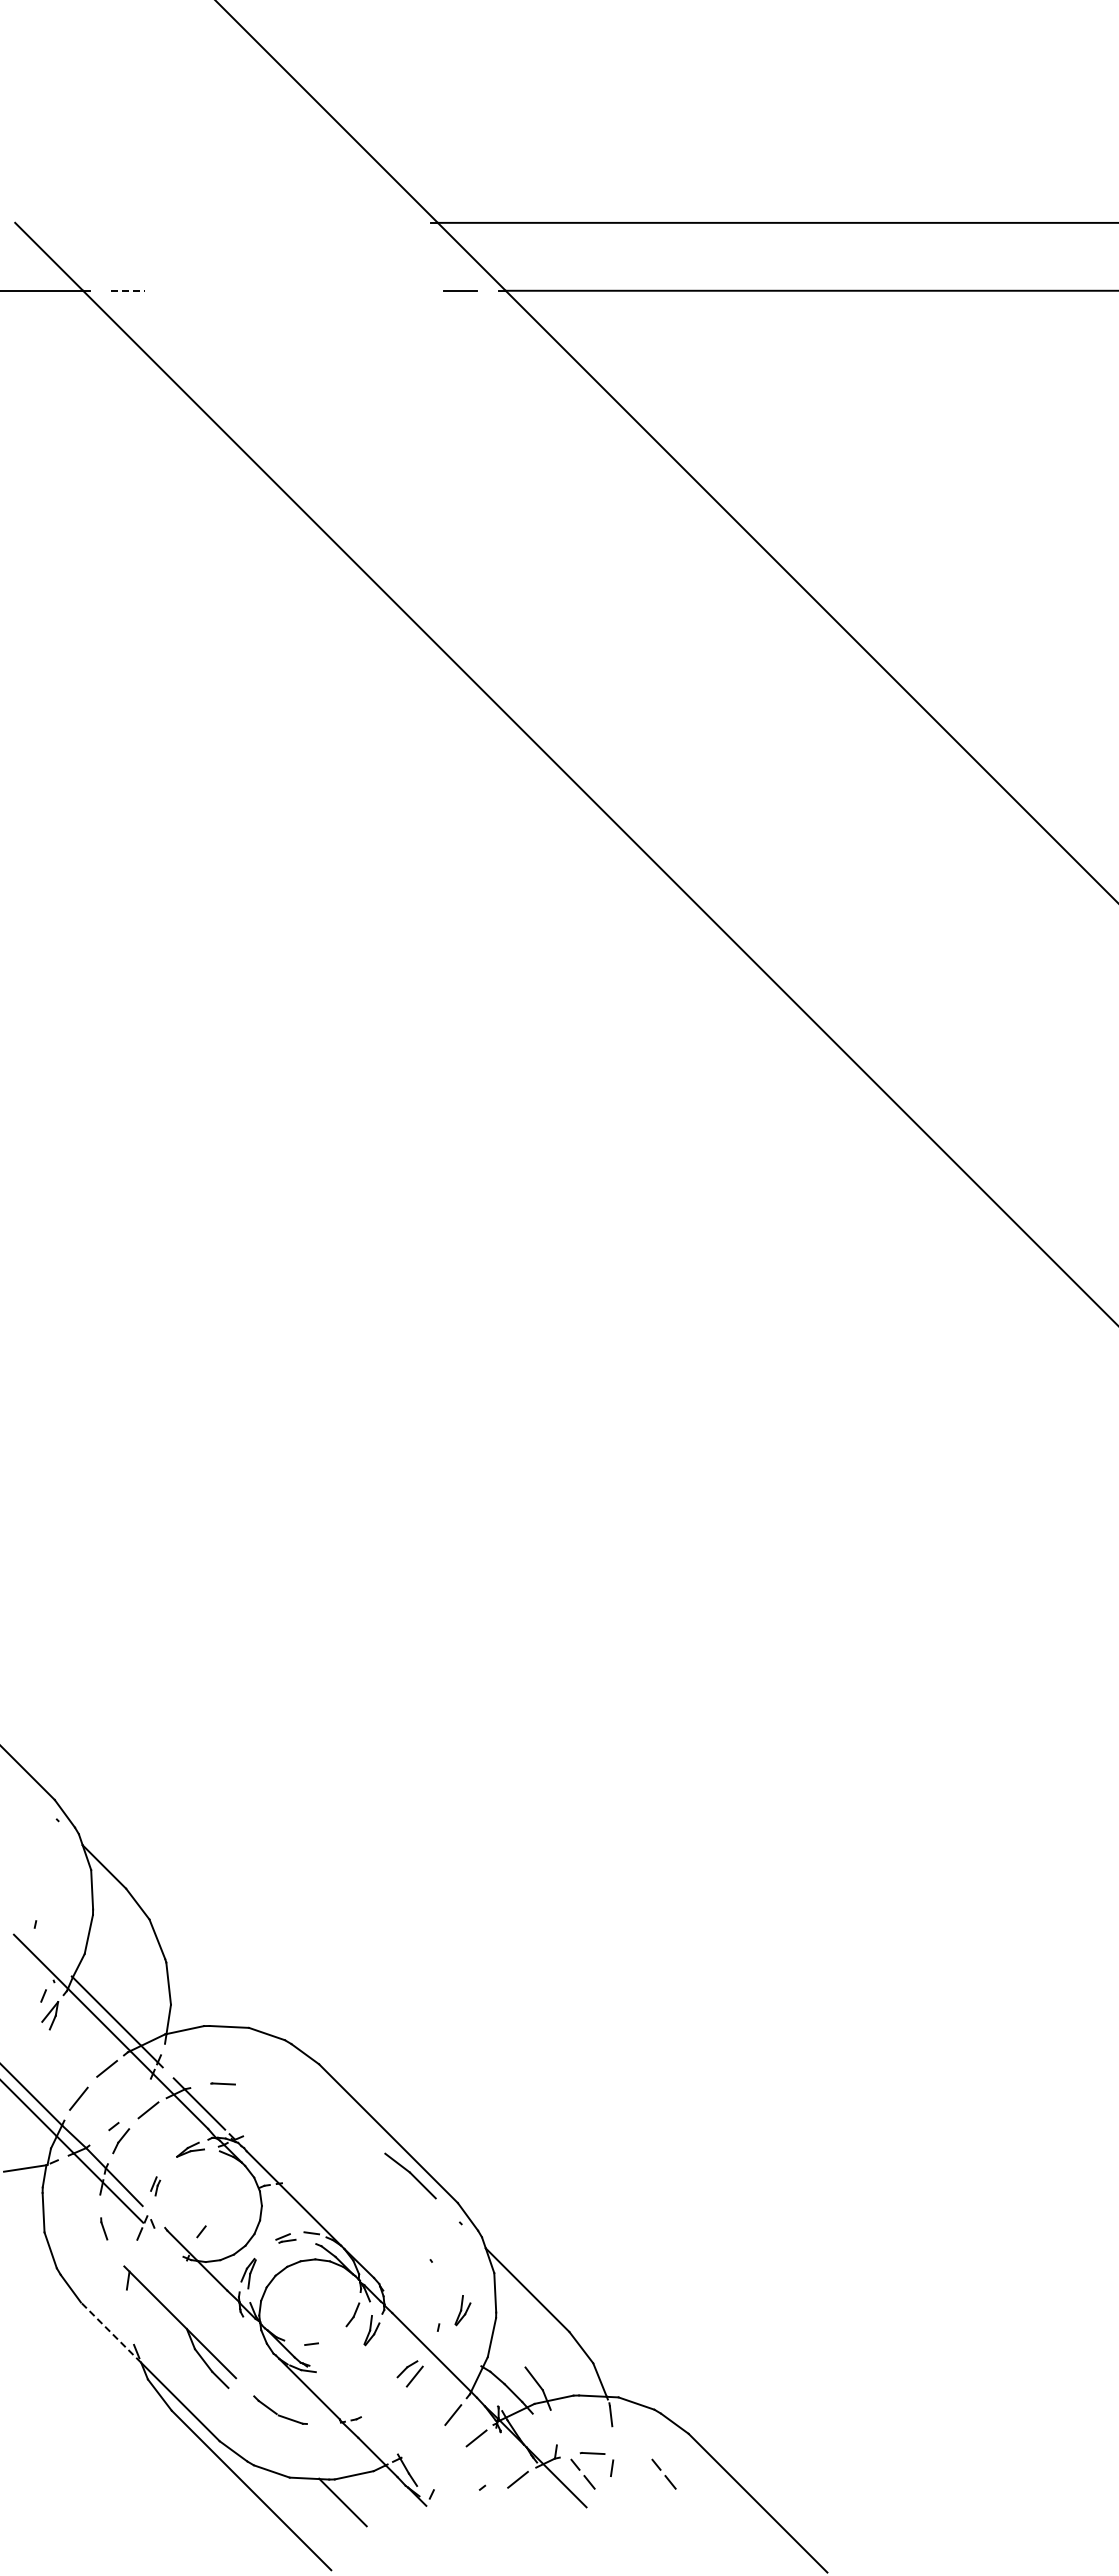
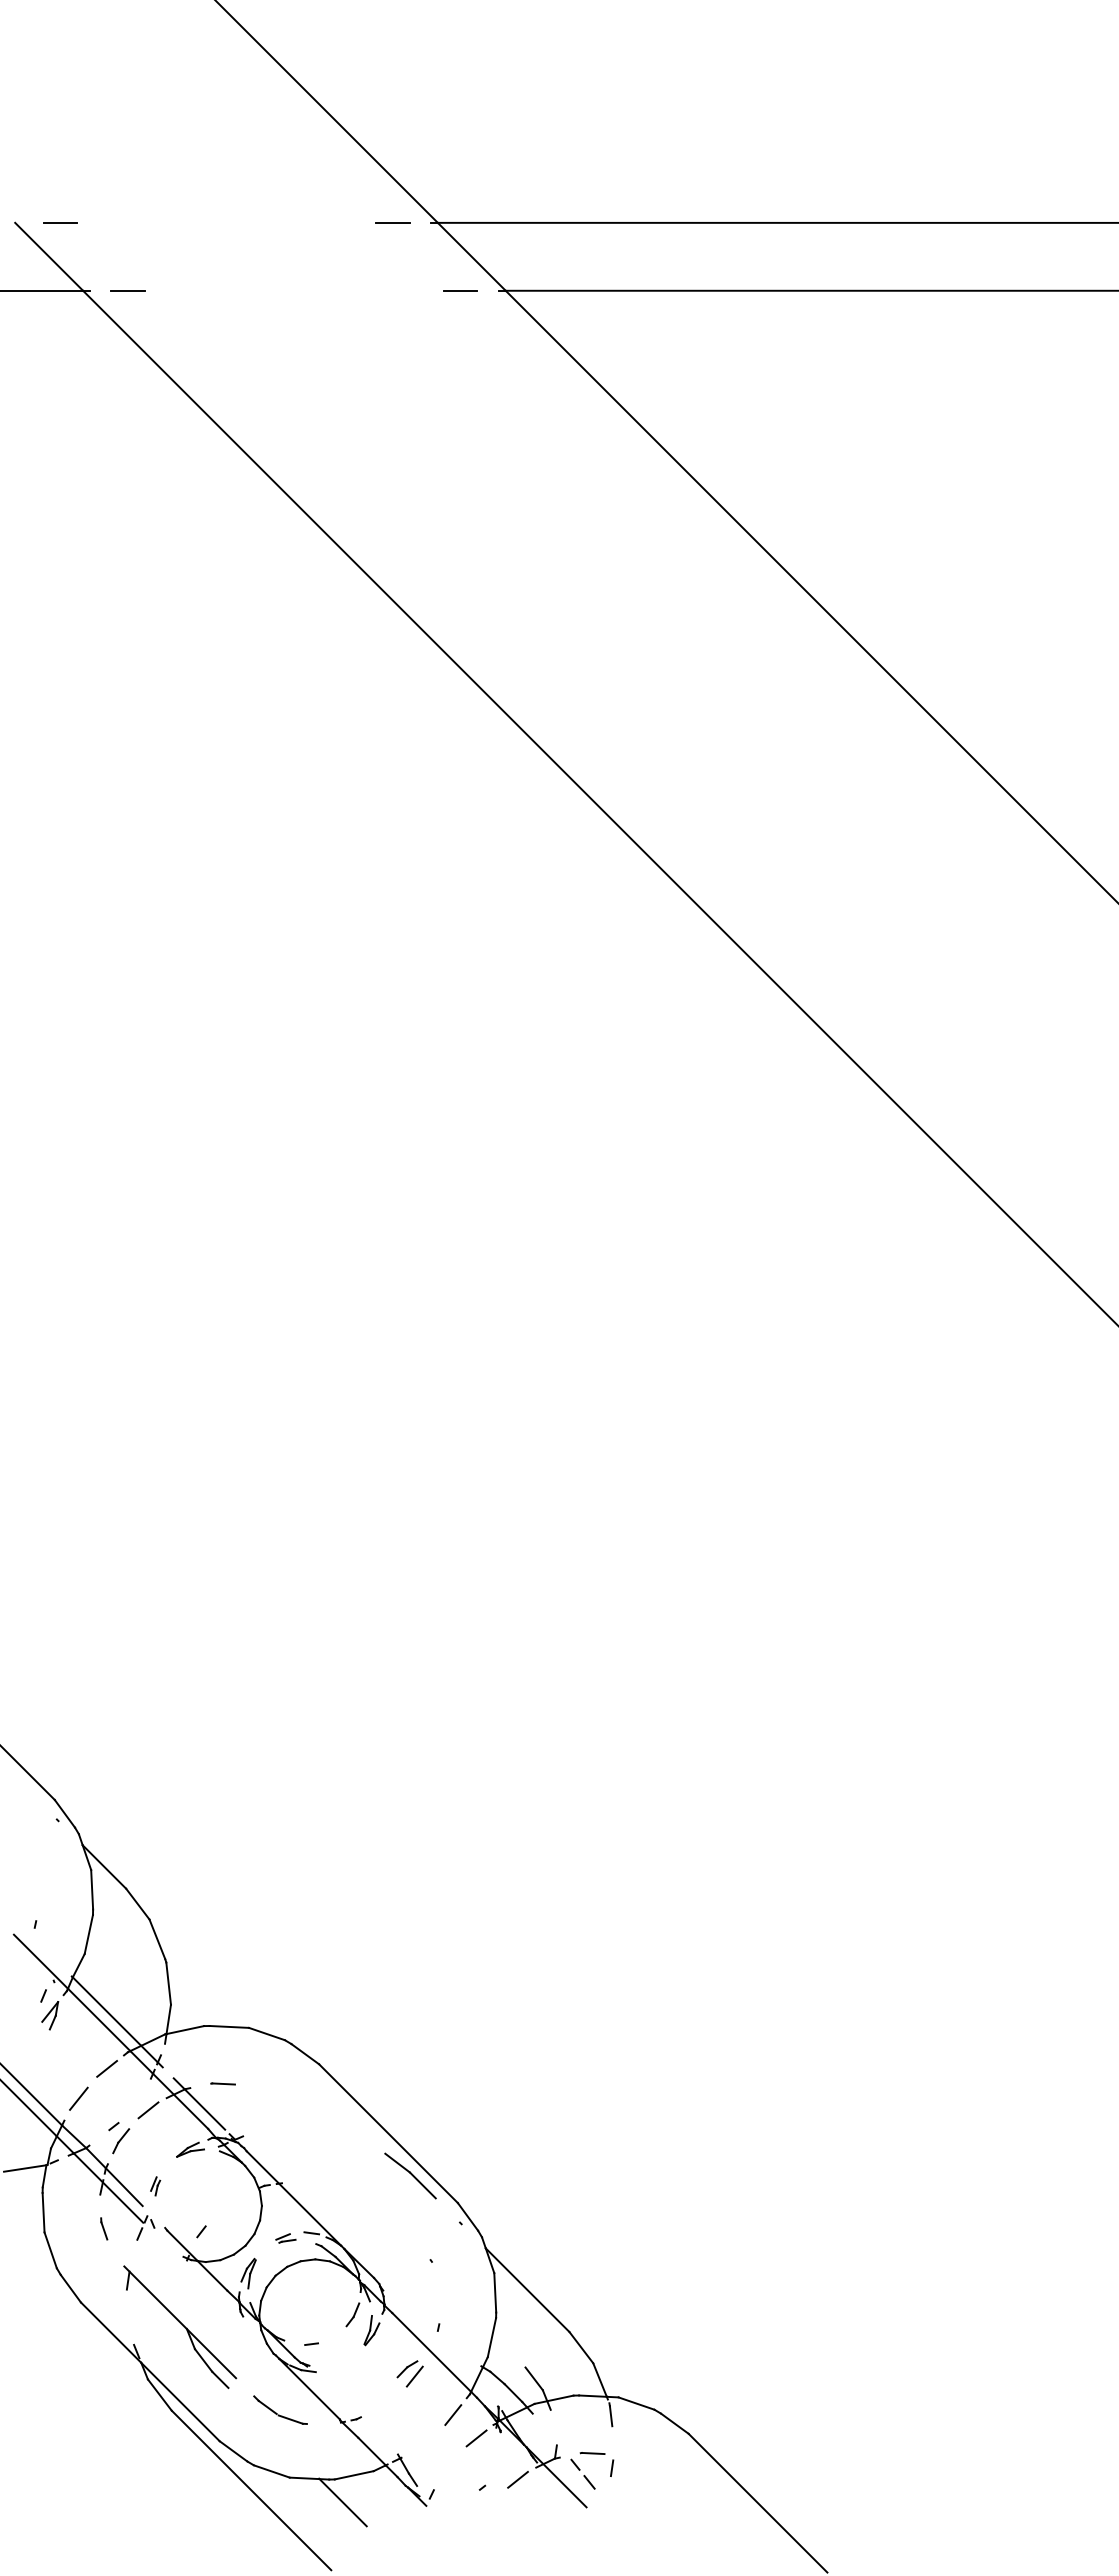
line at (60, 222): none -> present
line at (392, 222): none -> present
line at (128, 290): dashed -> solid
part at (462, 2310): present -> none
line at (111, 2332): dashed -> solid
line at (664, 2475): present -> none
